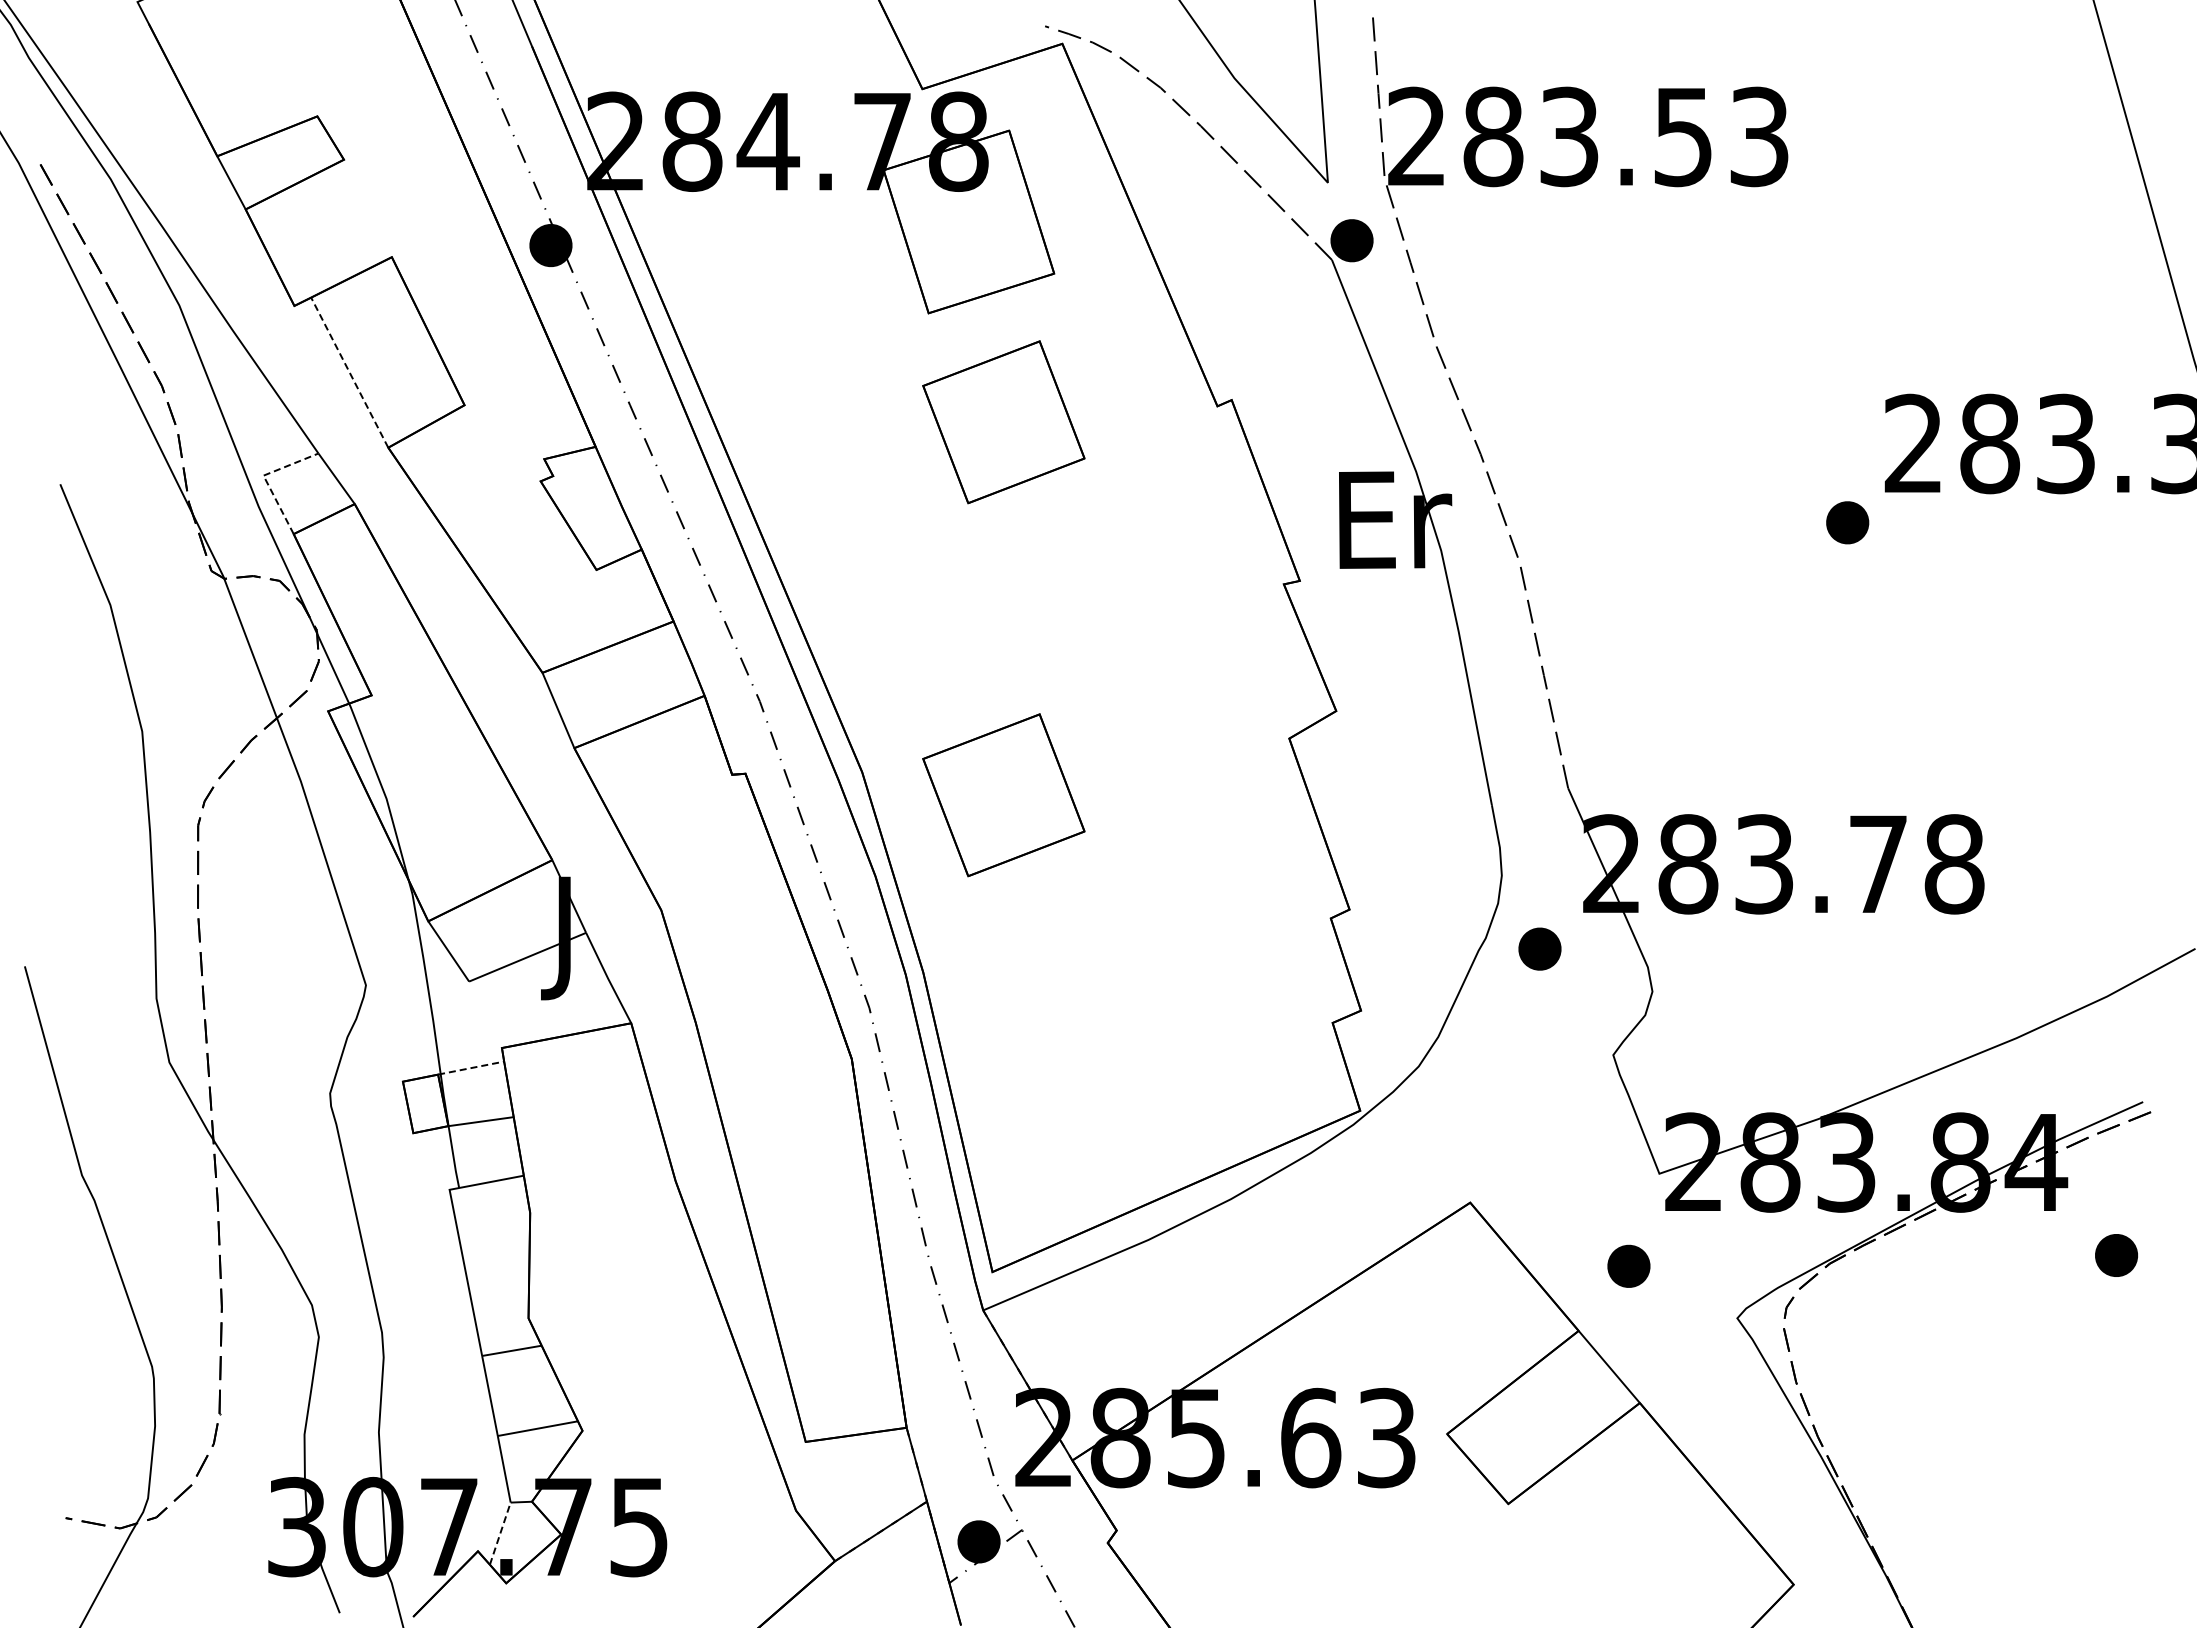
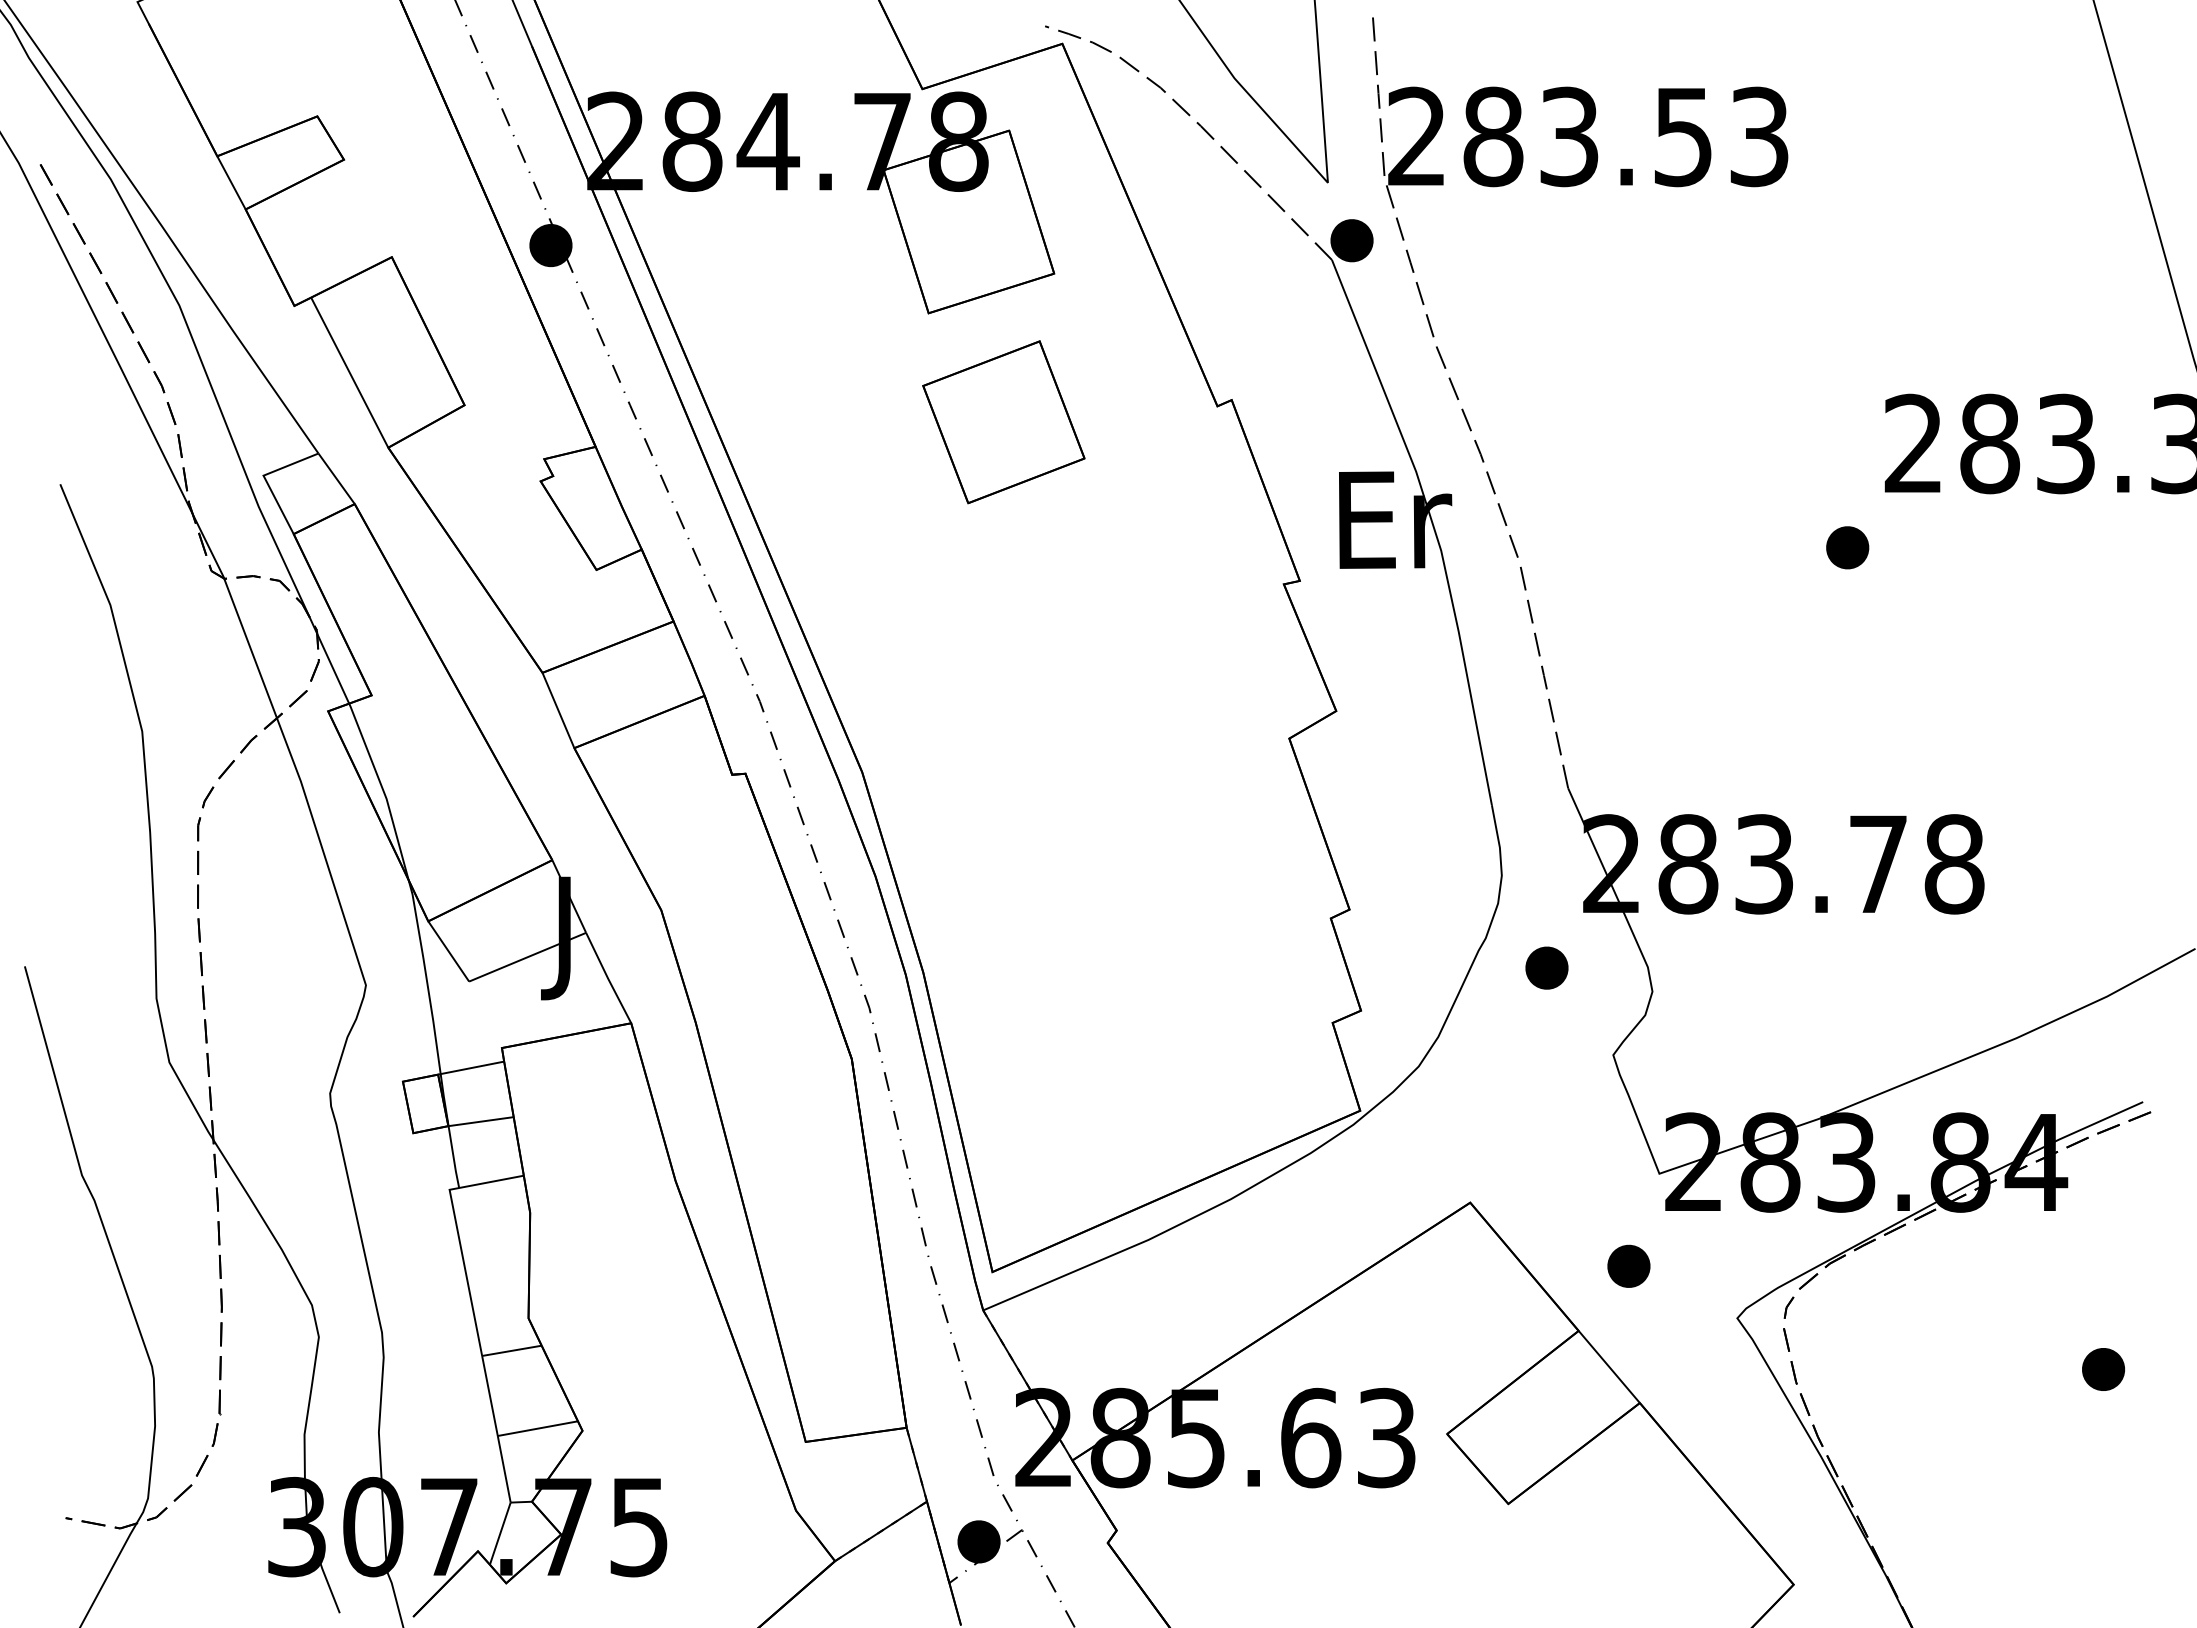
line at (349, 372): dashed -> solid
line at (264, 477): dashed -> solid
part at (1847, 522) position: (1847, 522) -> (1847, 547)
part at (1003, 795): present -> none
part at (1539, 948) position: (1539, 948) -> (1546, 967)
line at (471, 1068): dashed -> solid
part at (2116, 1255) position: (2116, 1255) -> (2103, 1369)
line at (500, 1533): dashed -> solid
